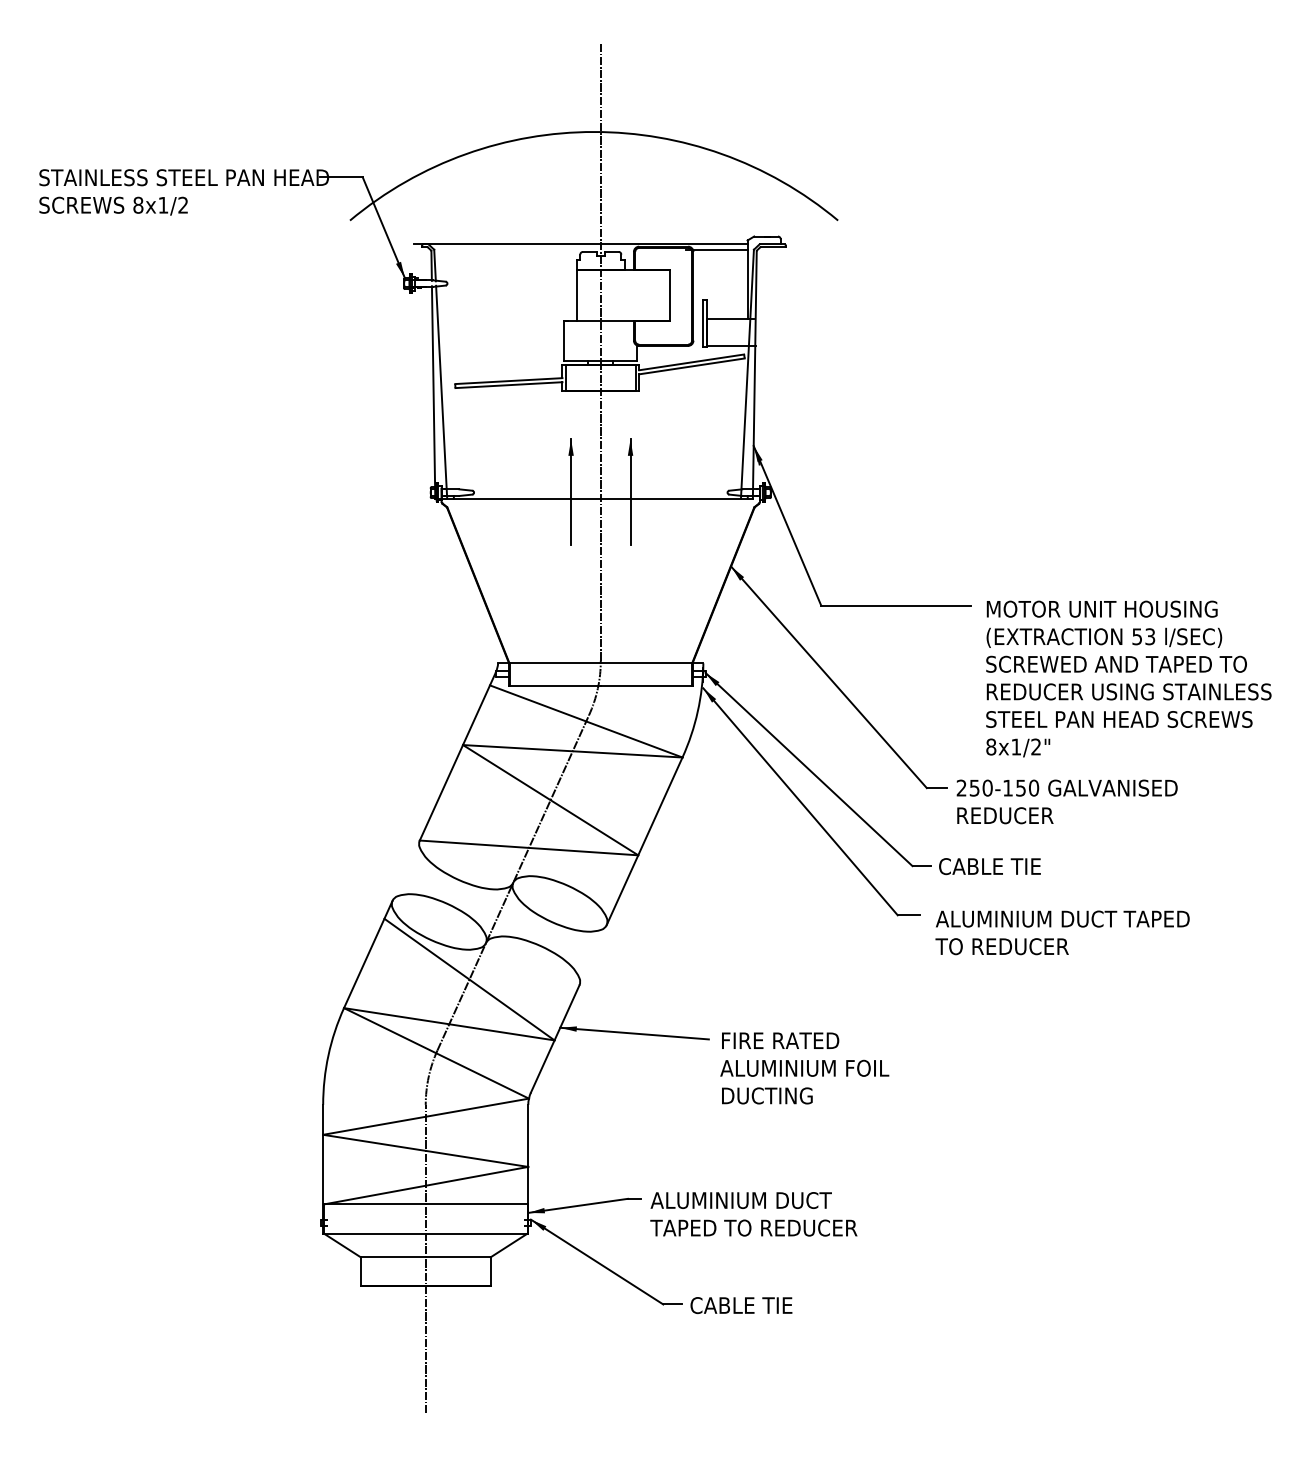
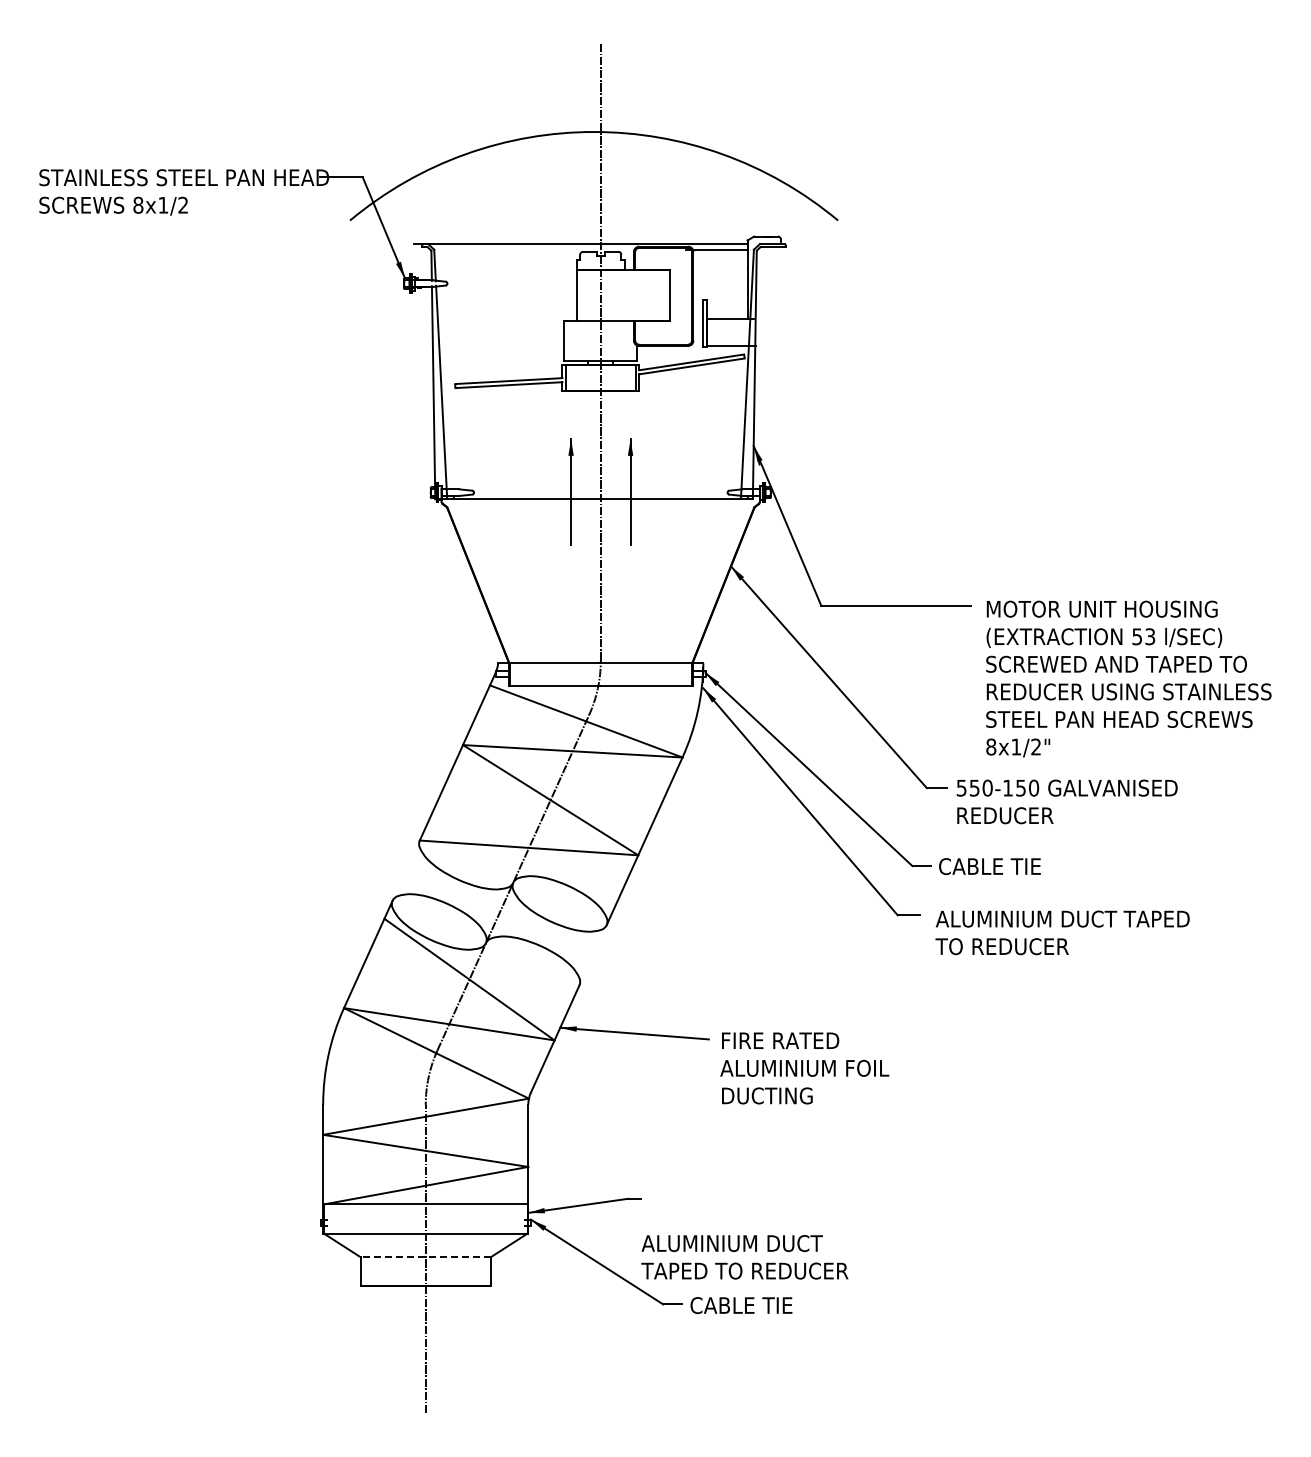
text at (961, 787): 250-150 -> 550-150
text at (753, 1214) position: (753, 1214) -> (744, 1257)
line at (425, 1257): solid -> dashed
